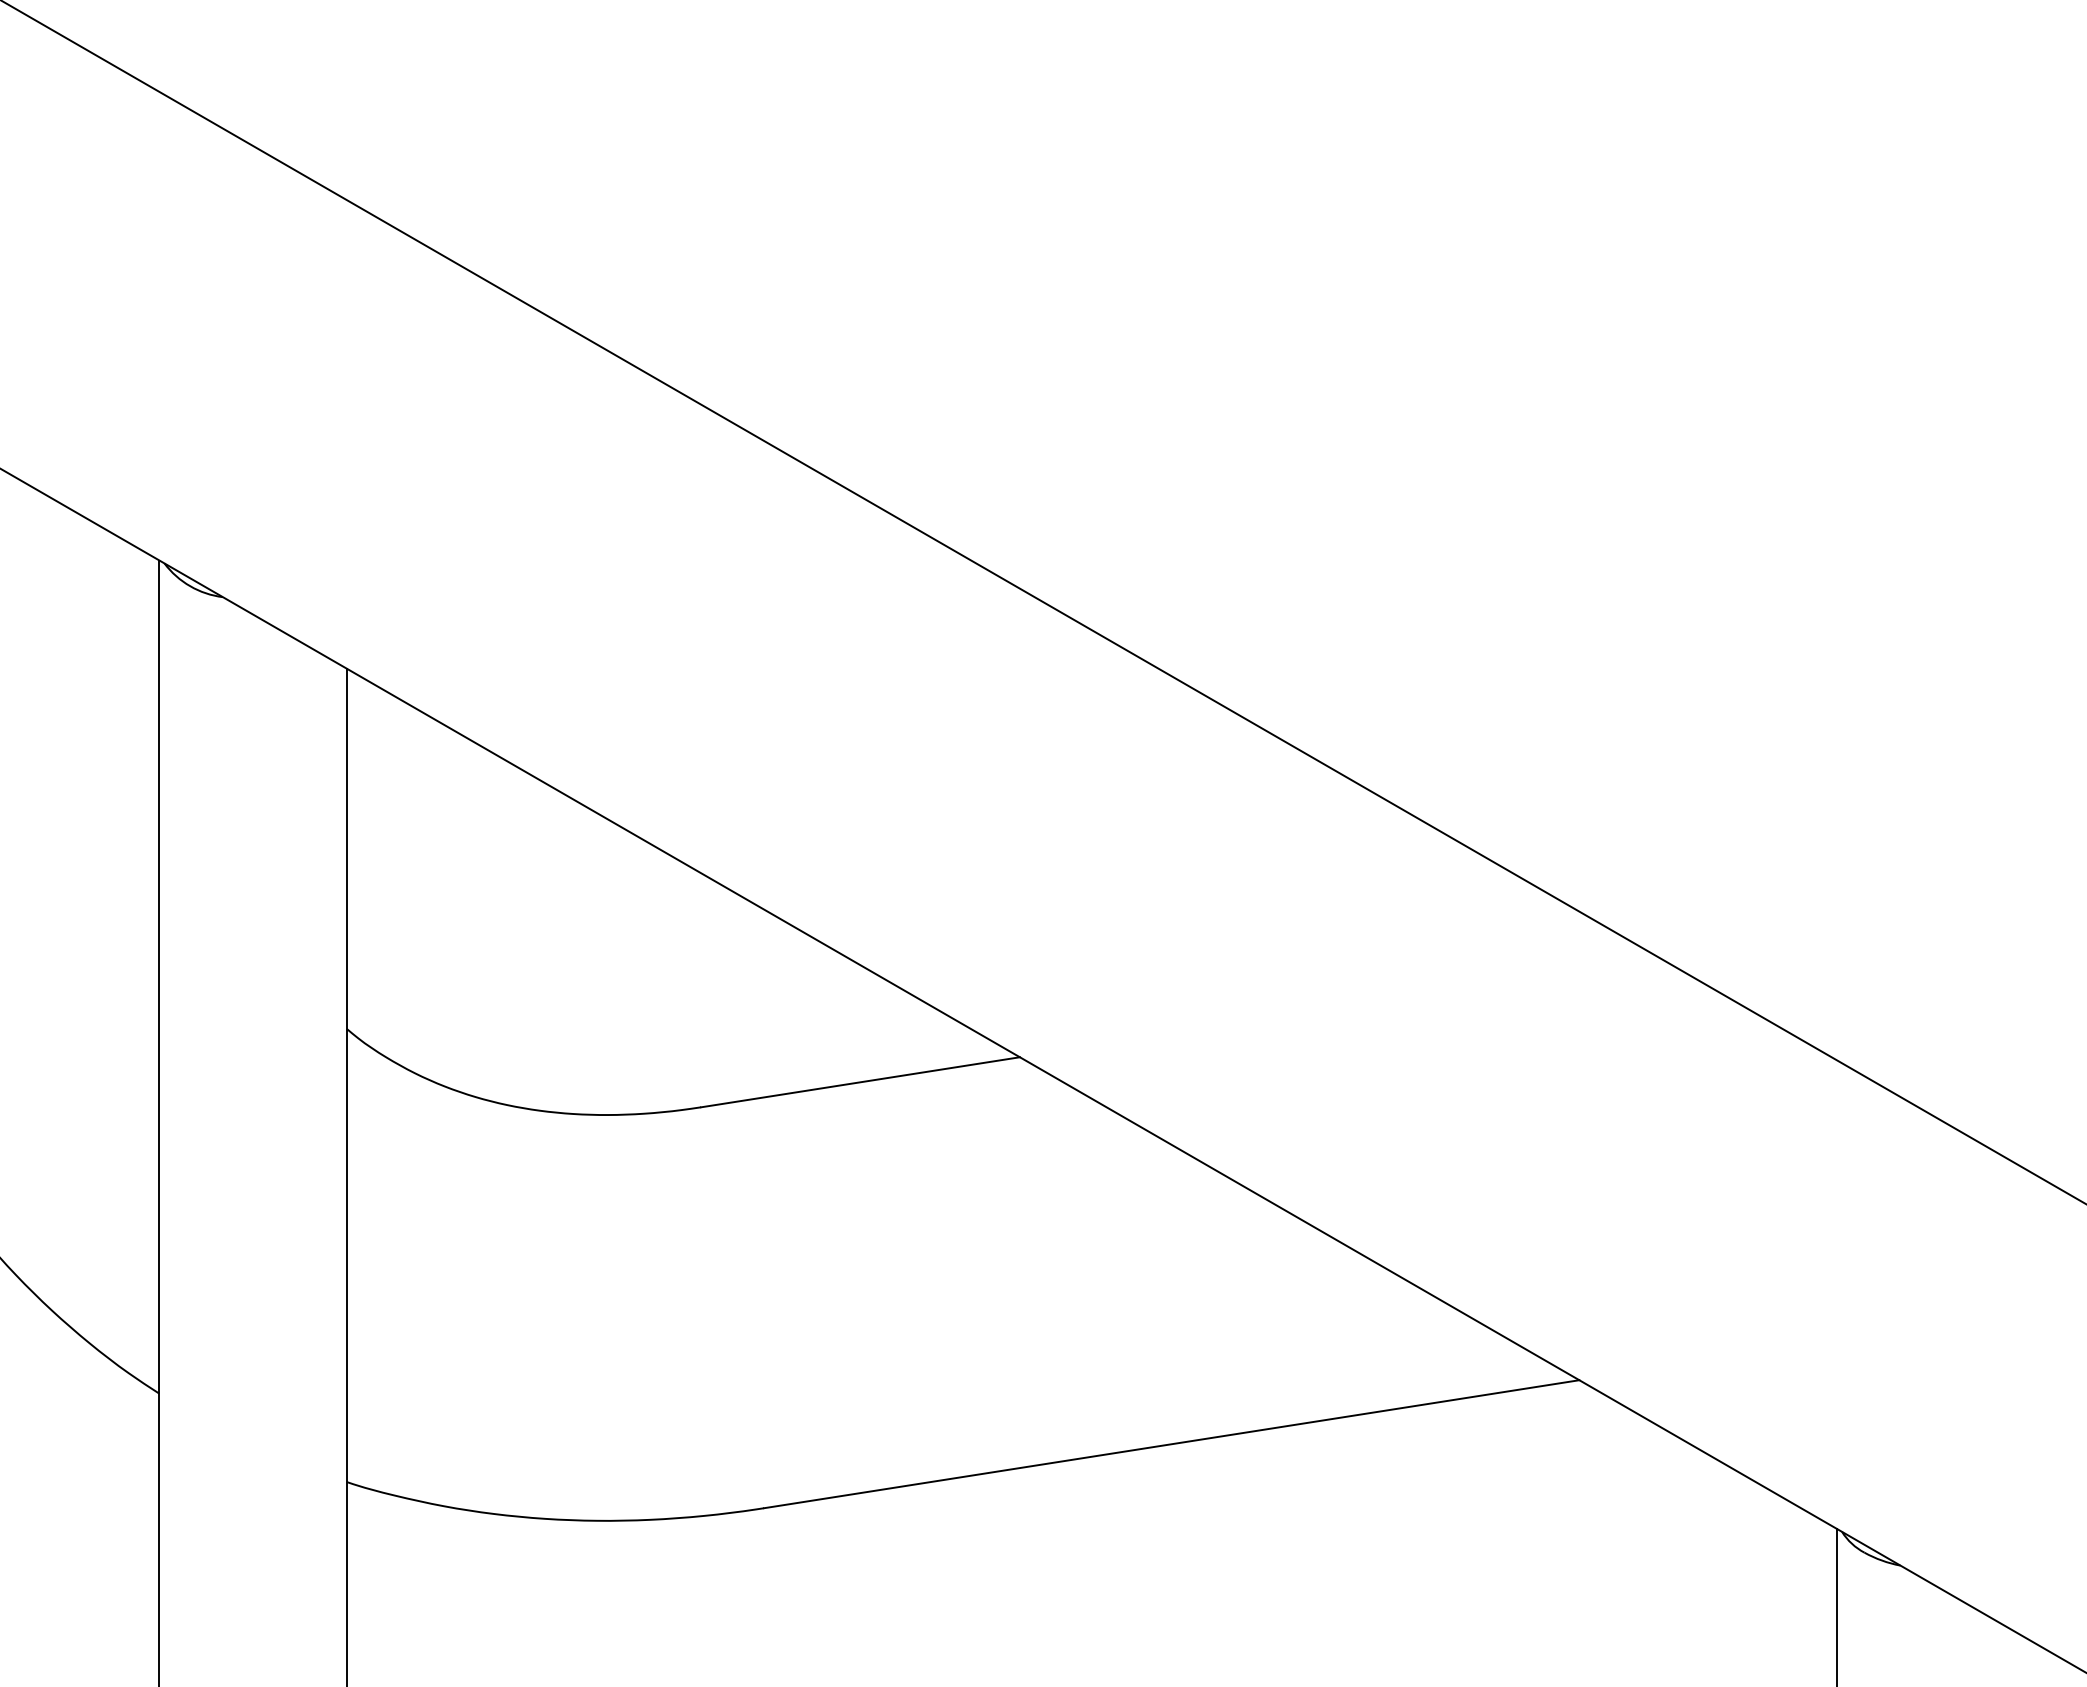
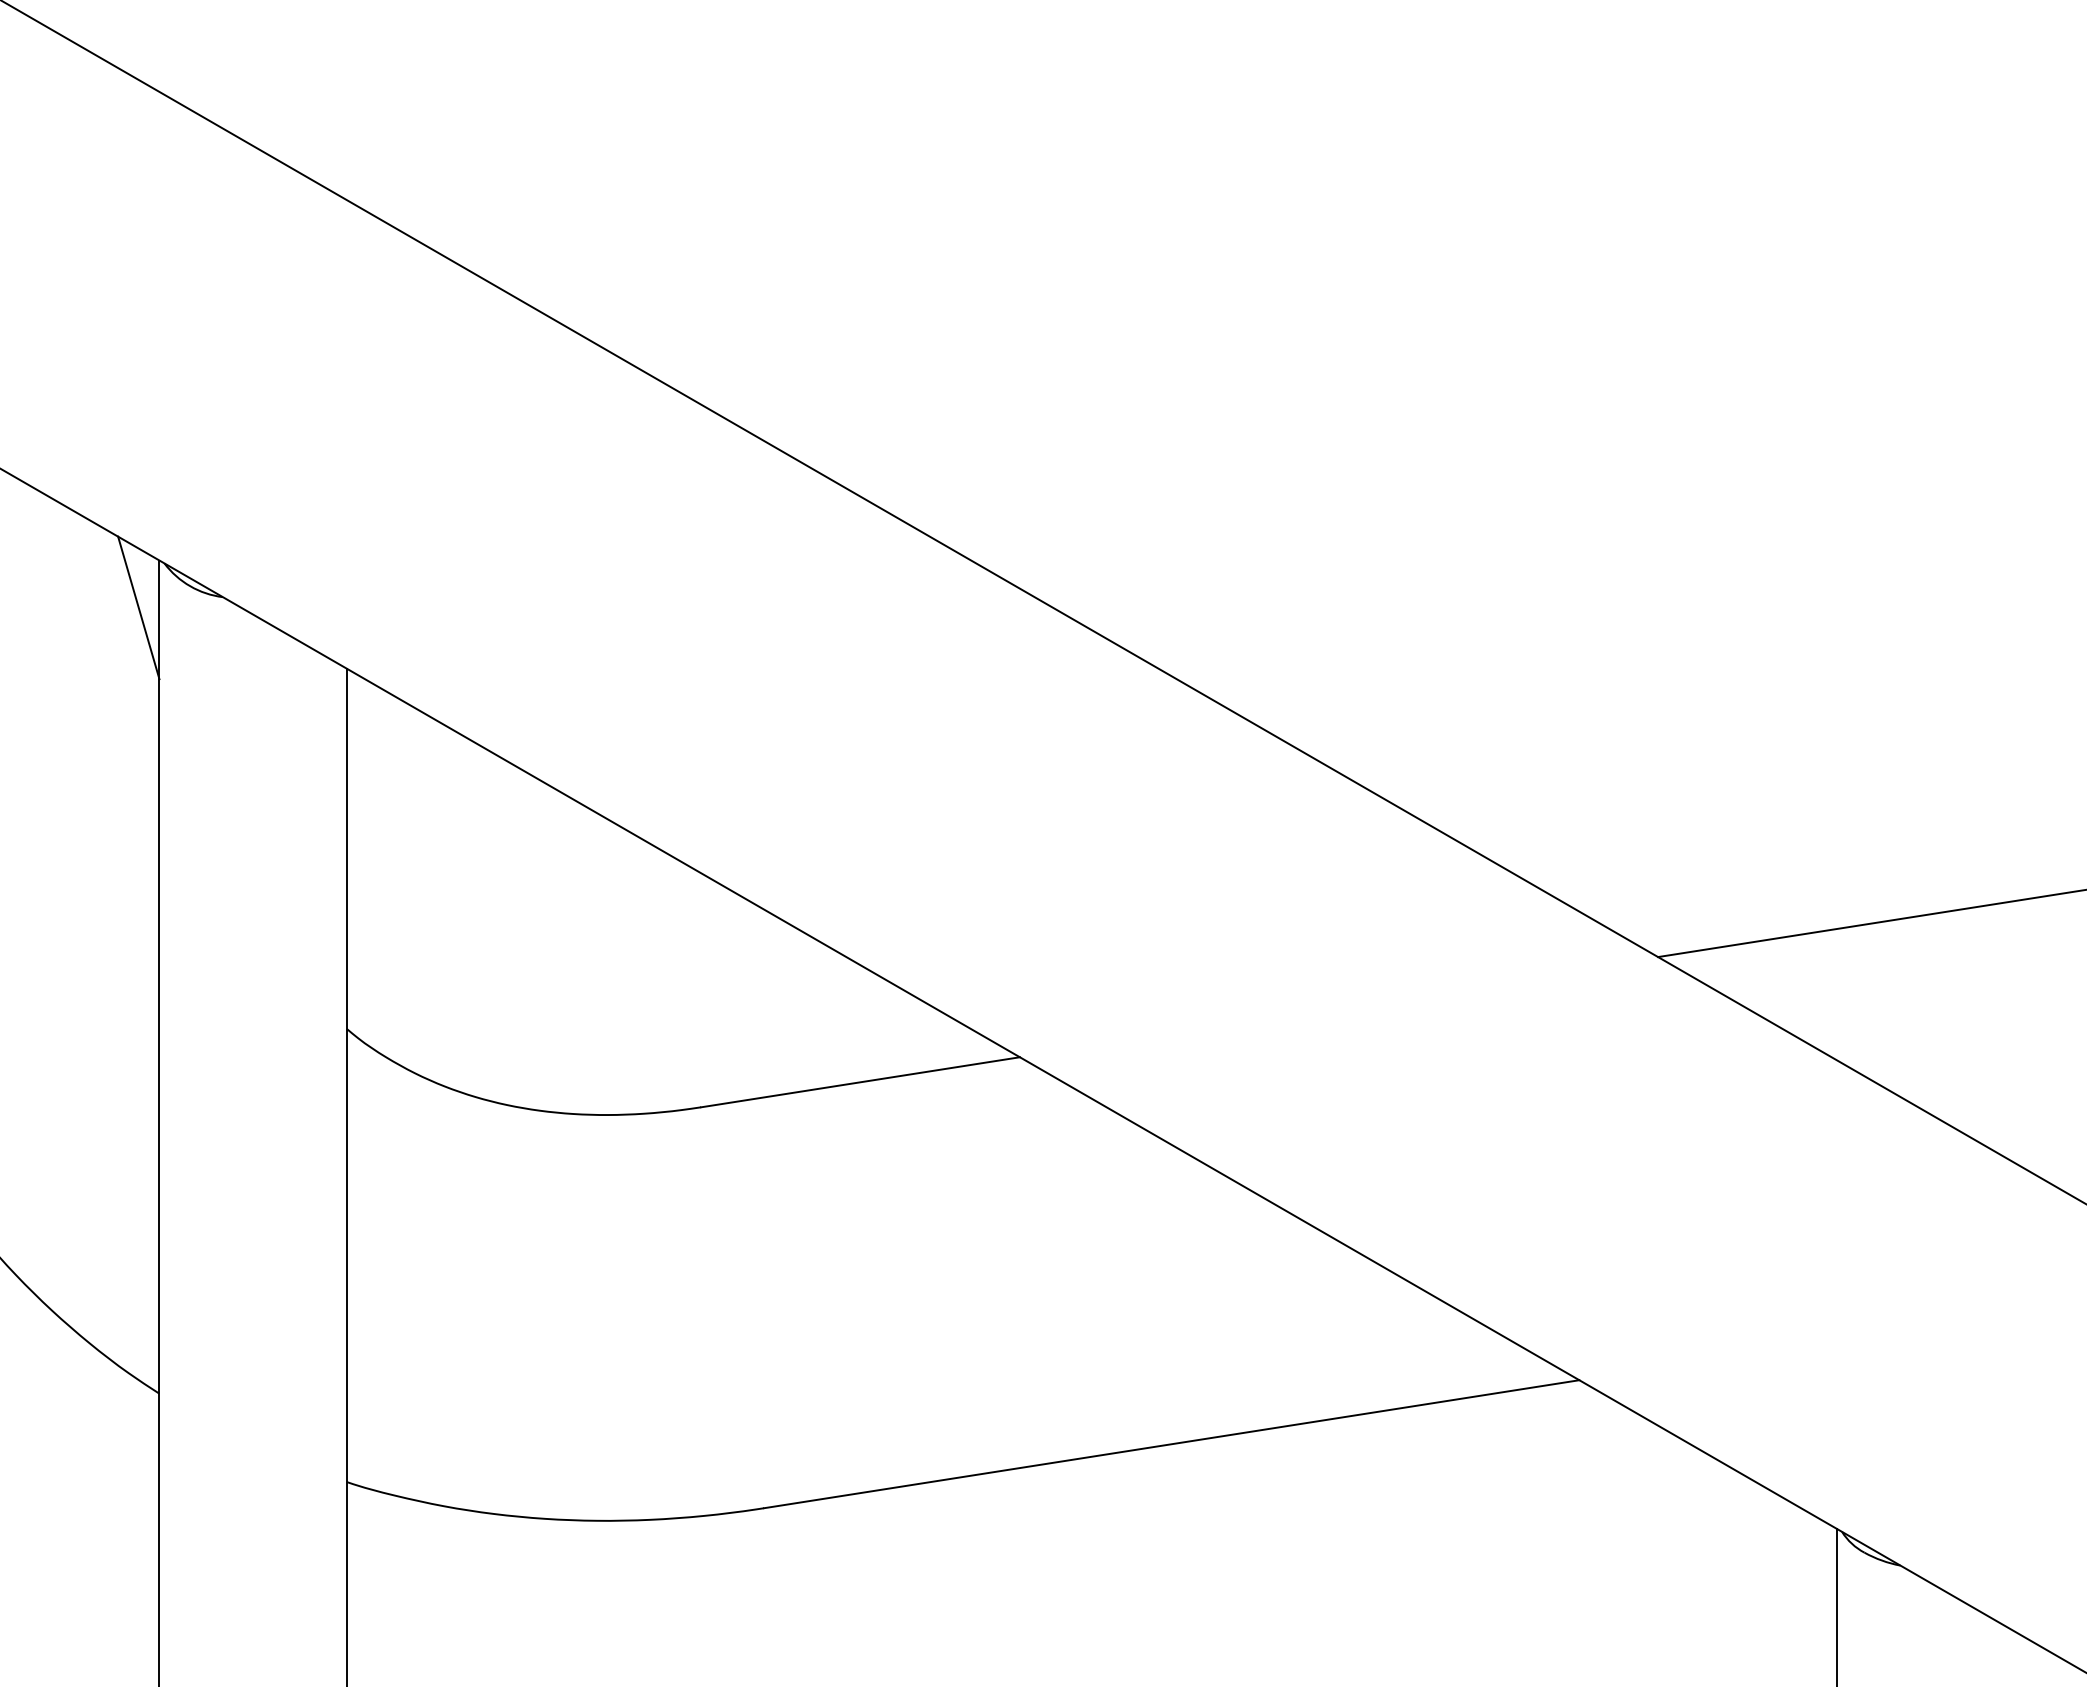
line at (138, 607): none -> present
line at (1870, 923): none -> present
